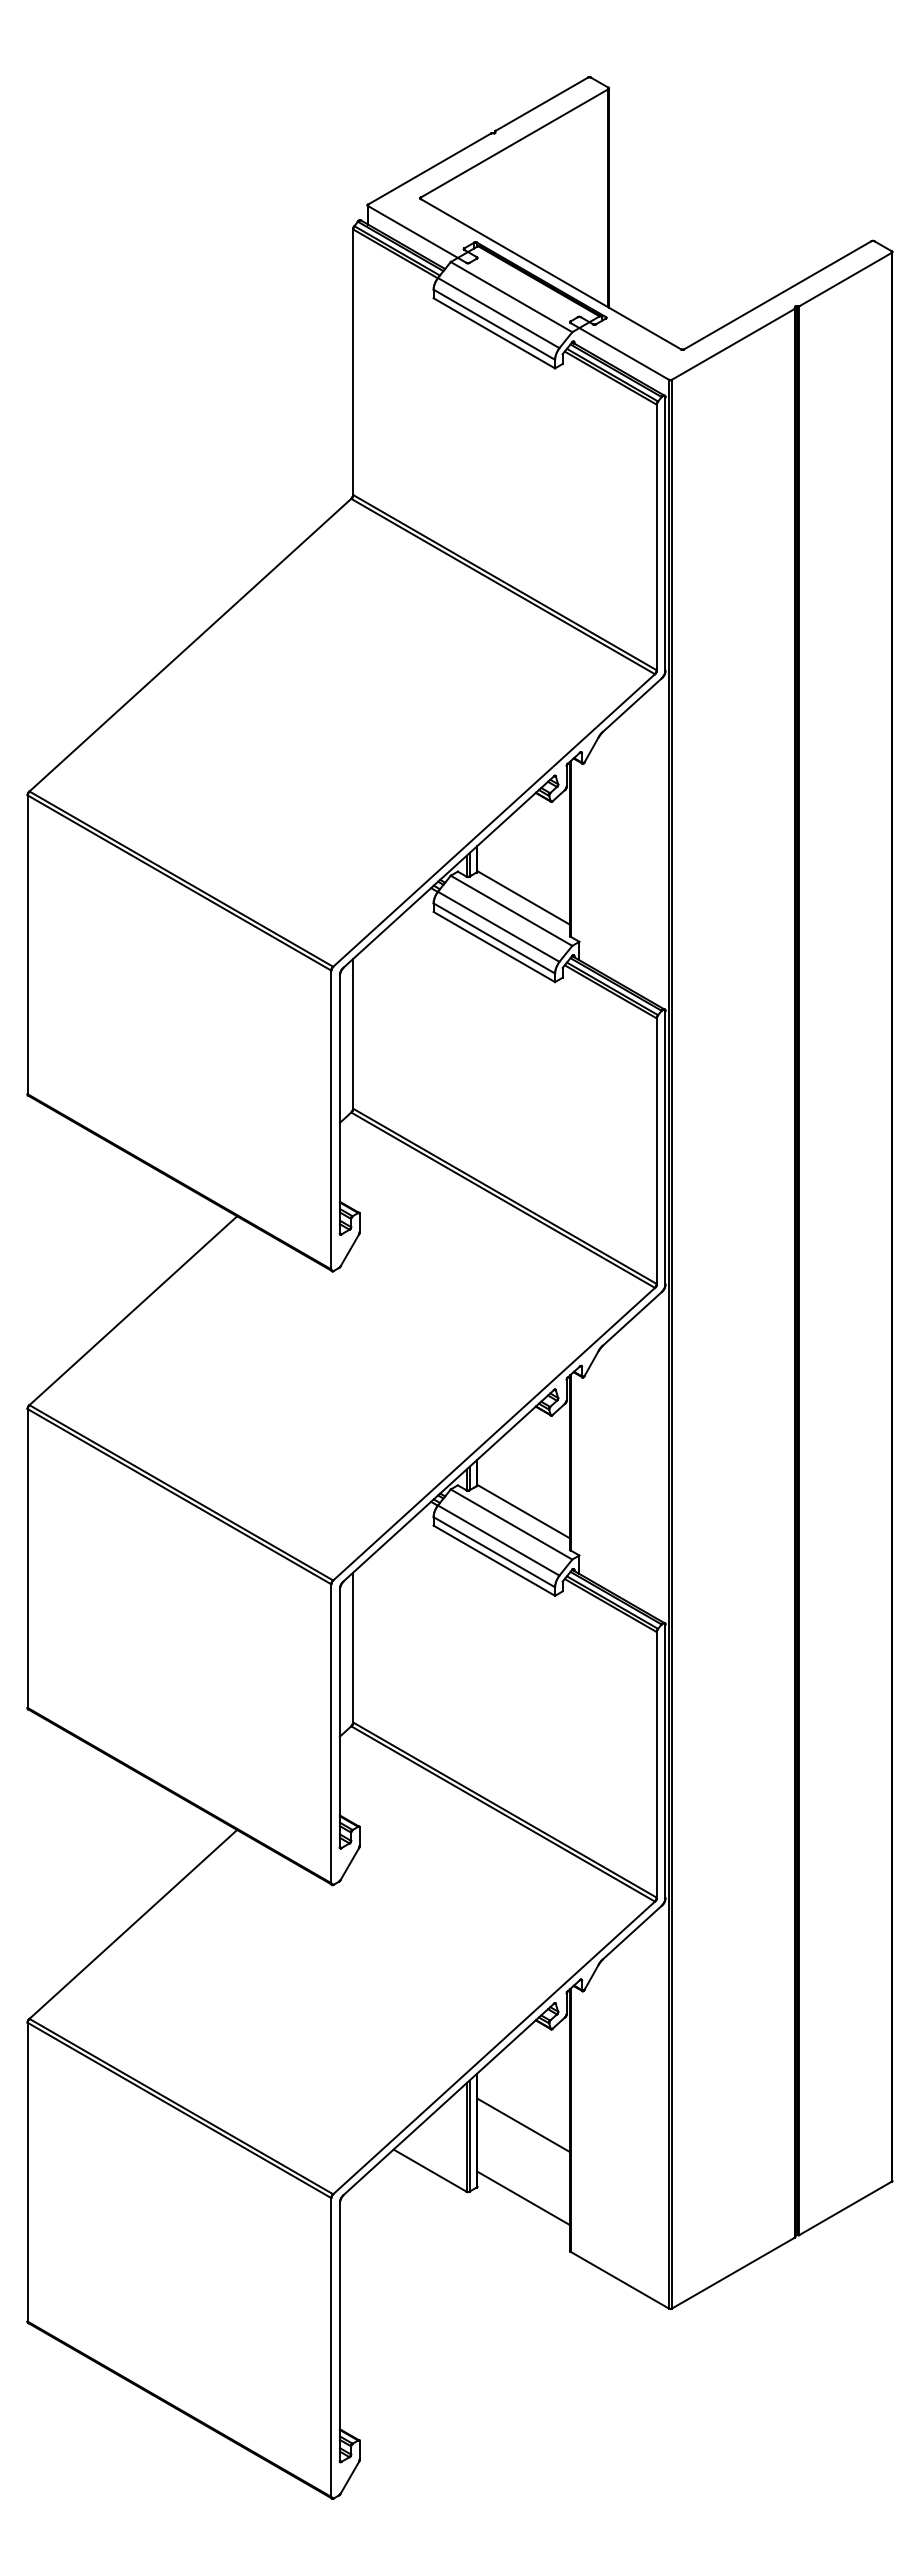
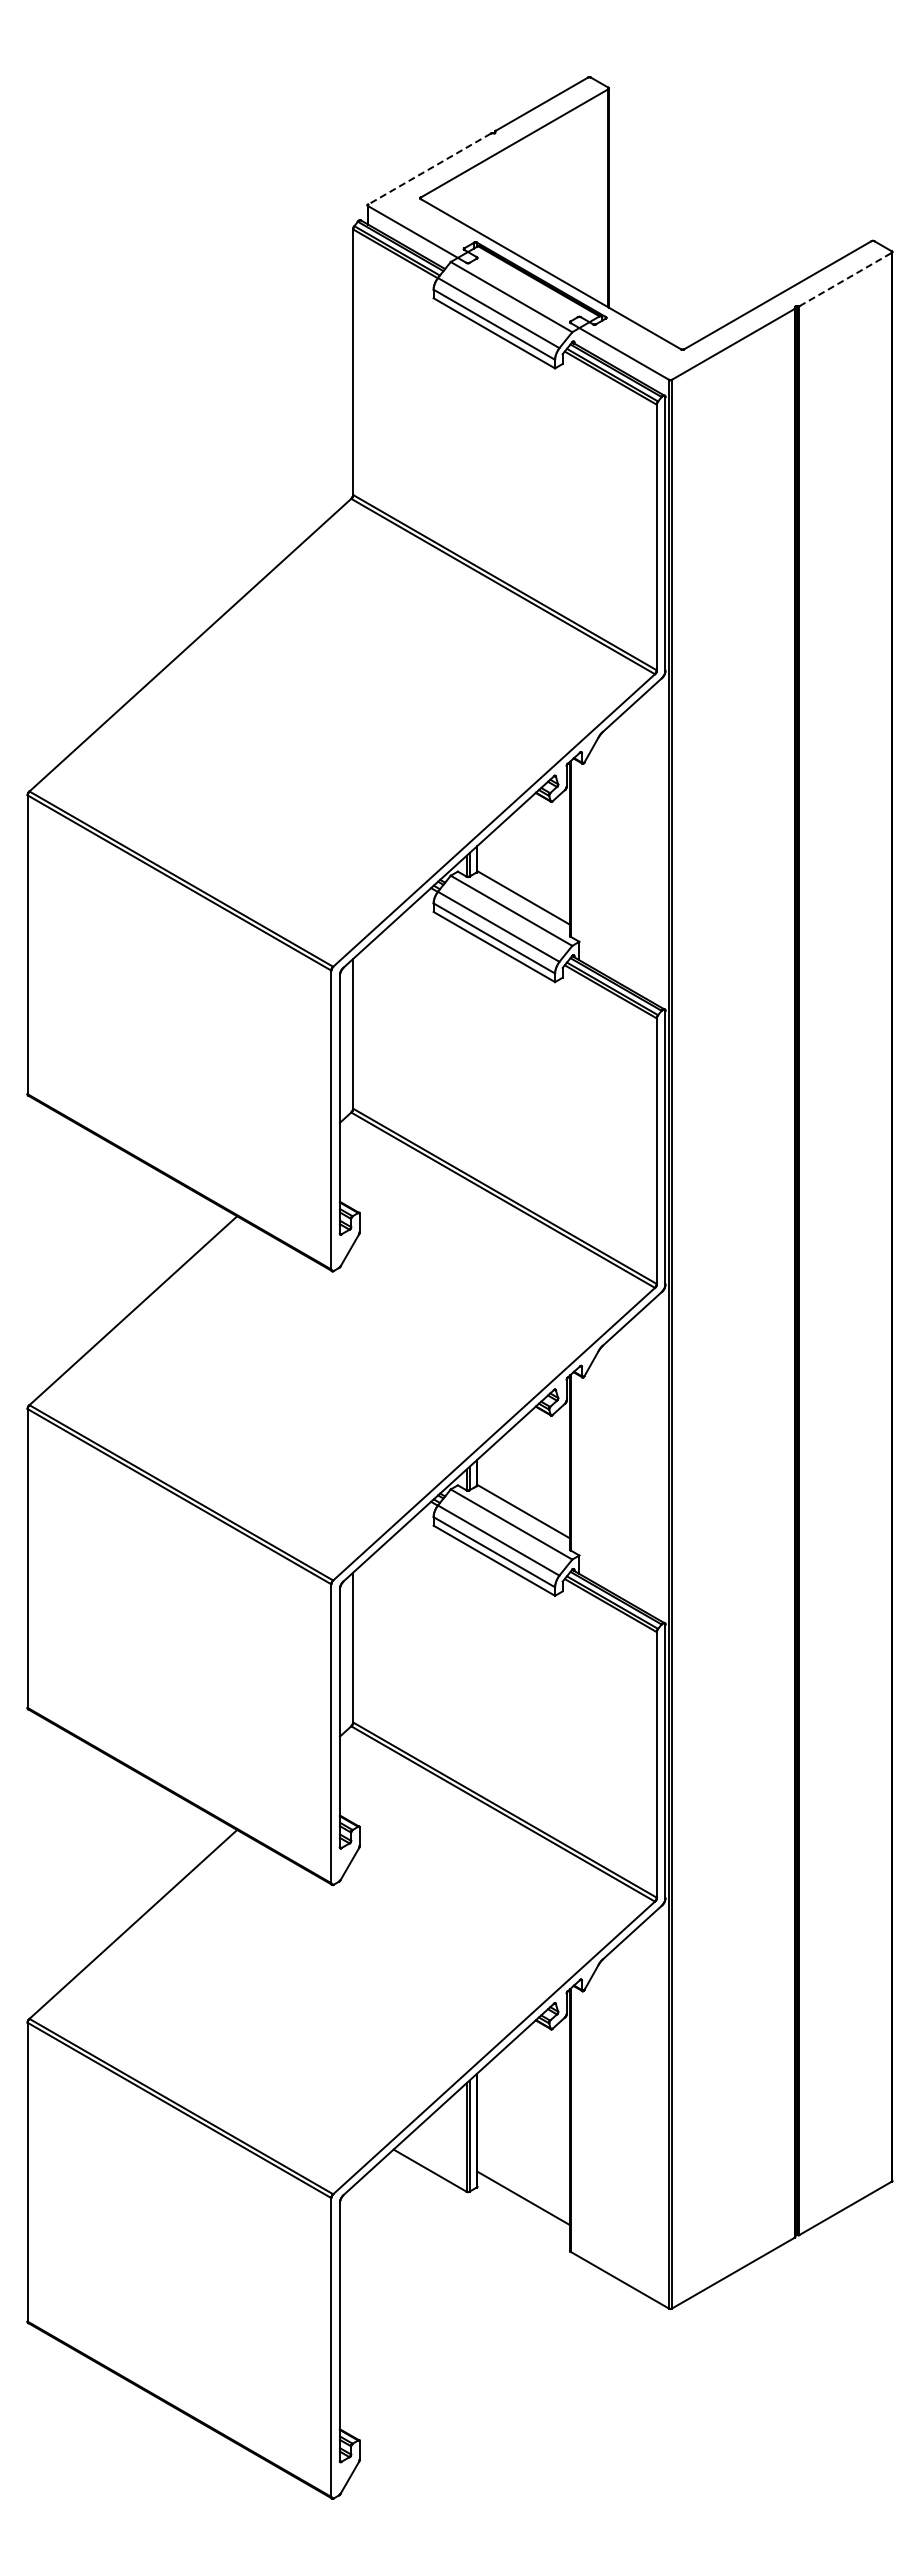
line at (429, 169): solid -> dashed
line at (845, 279): solid -> dashed
line at (523, 2125): present -> none
